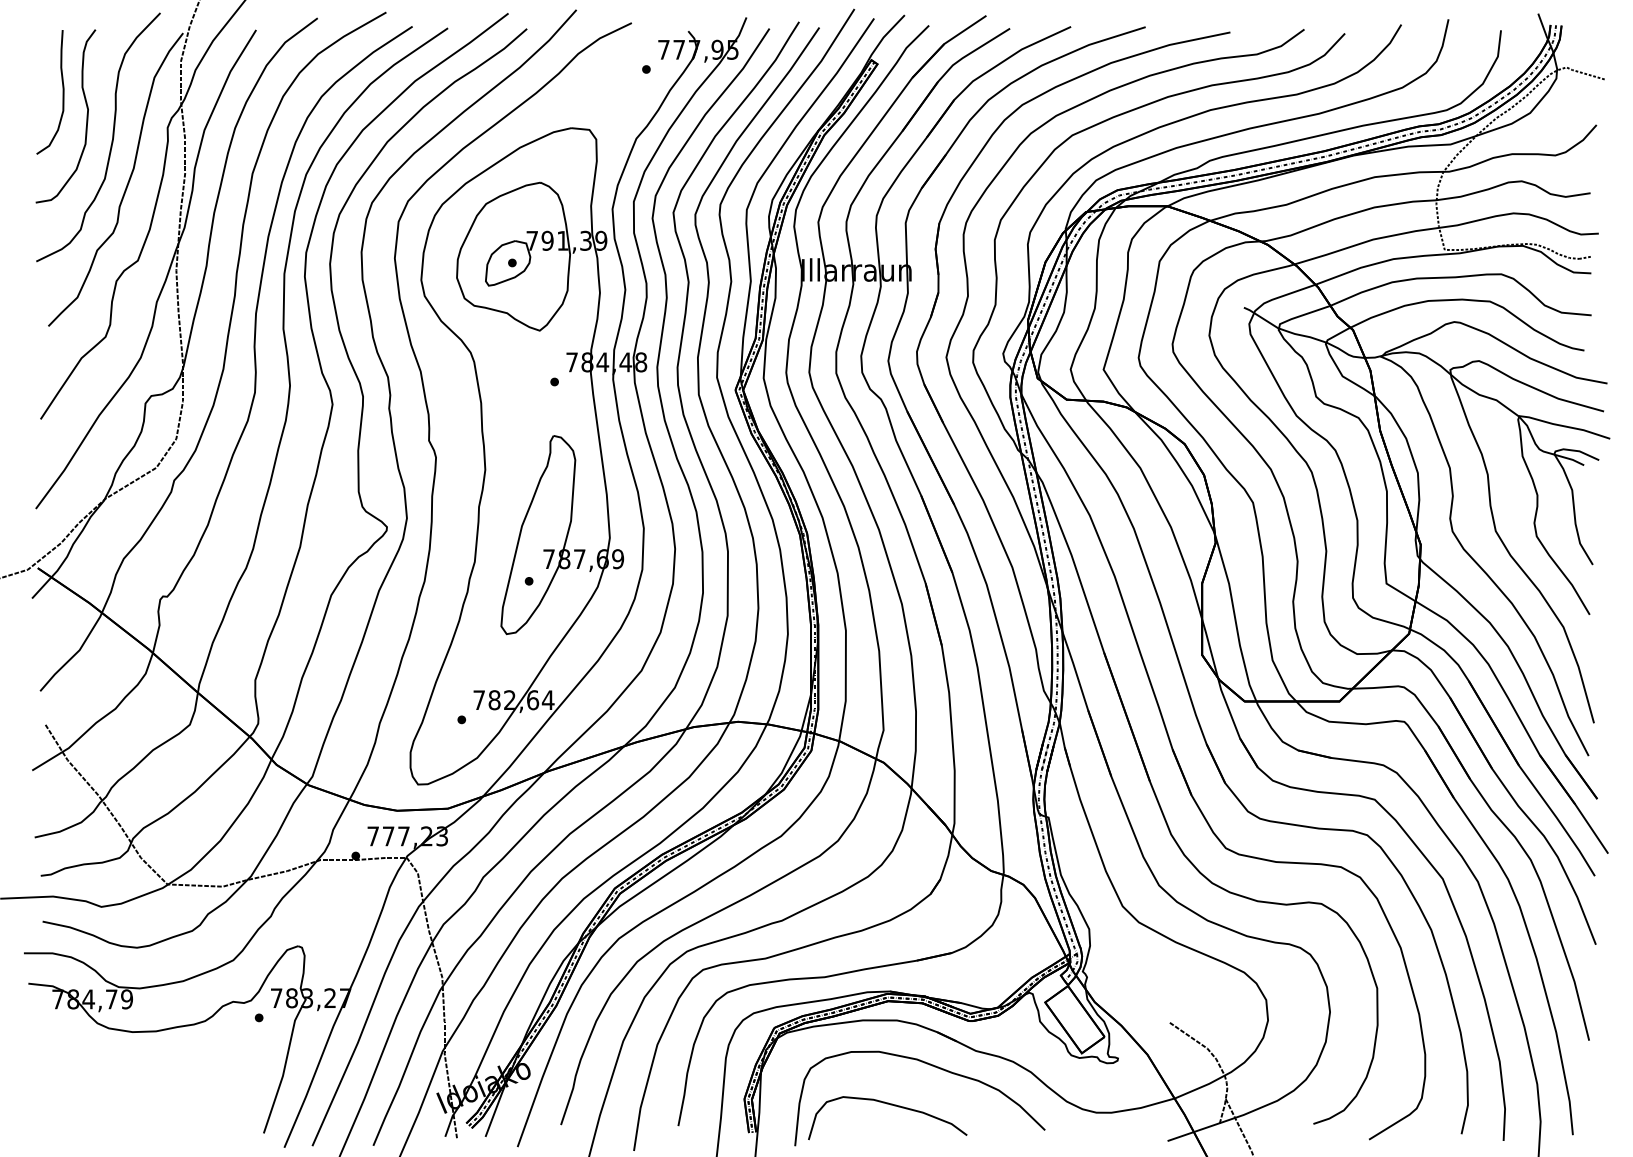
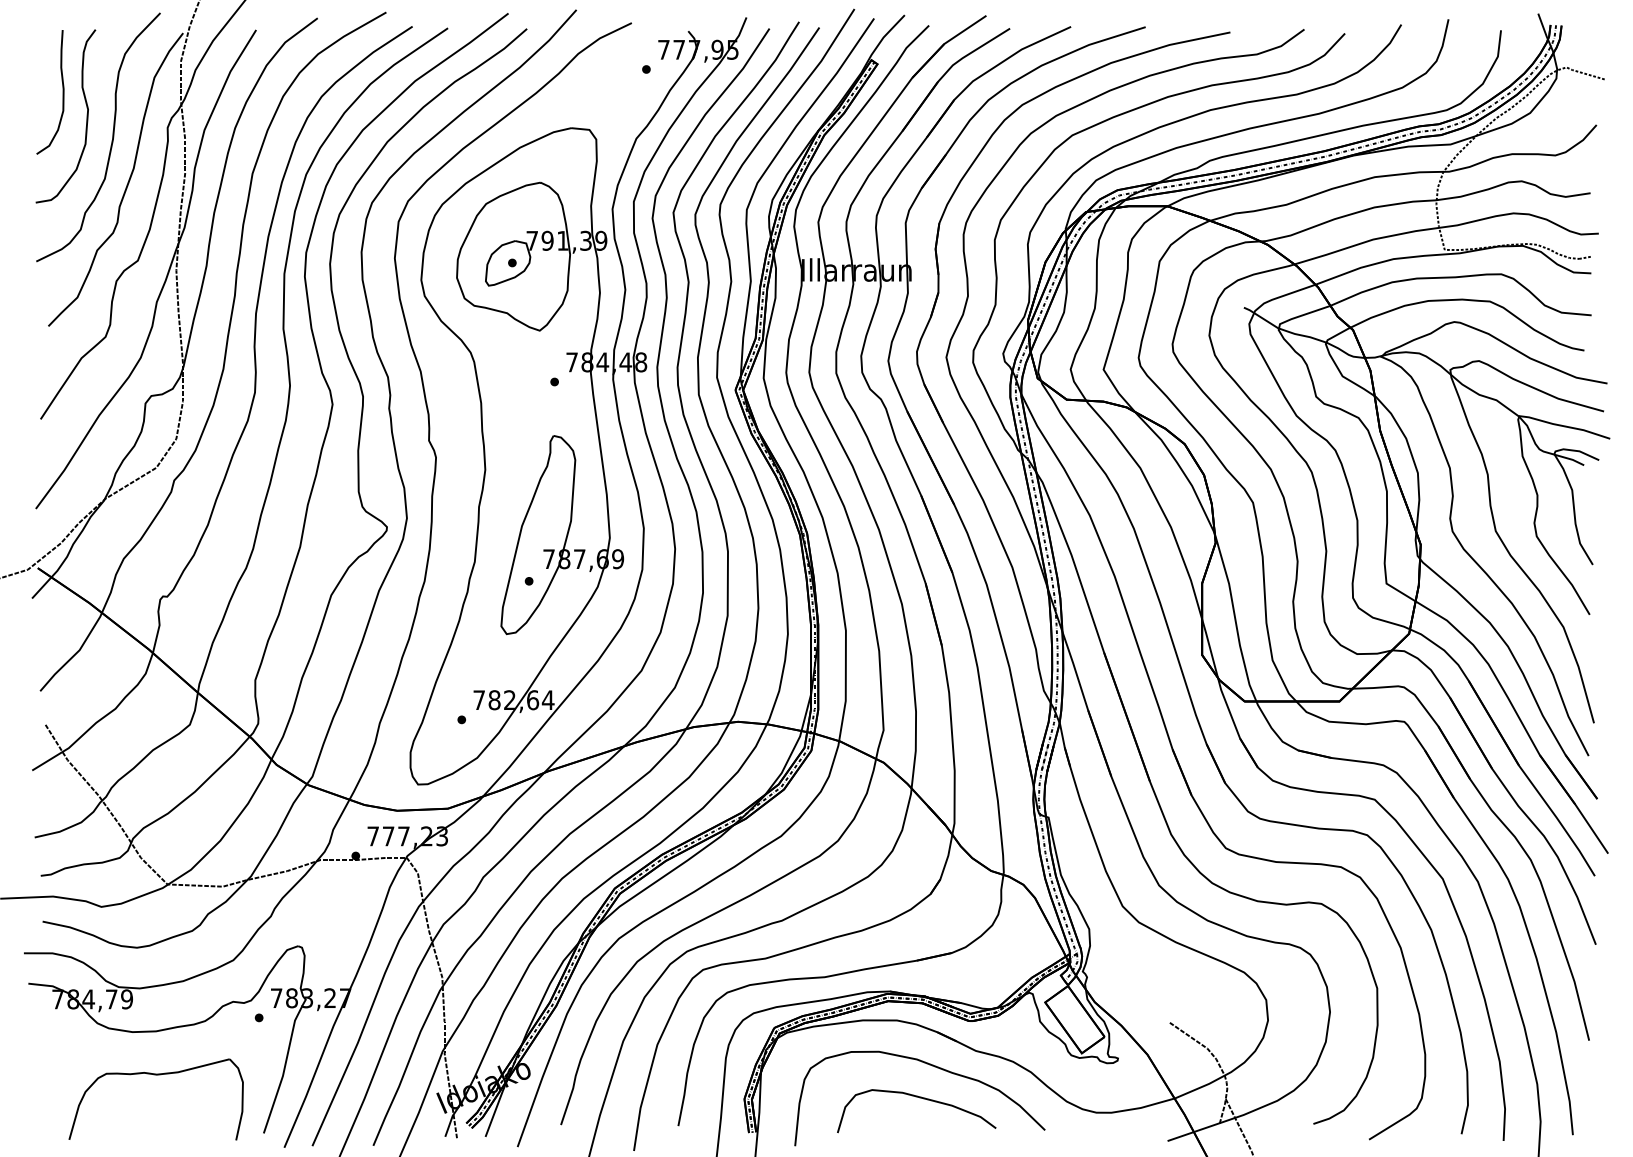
part at (155, 1075): none -> present
curve at (890, 1105) position: (890, 1105) -> (919, 1098)
